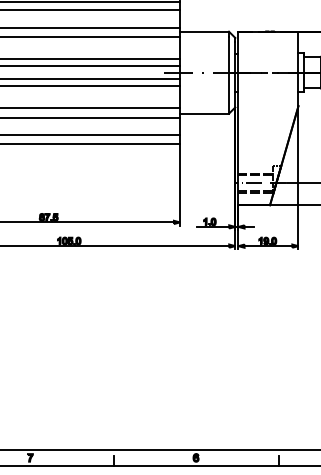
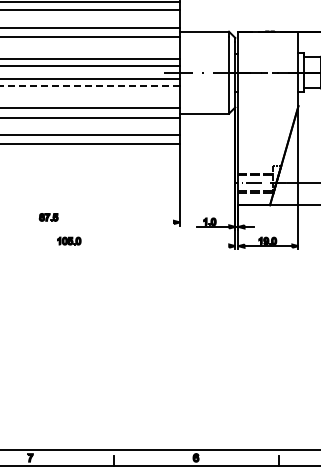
line at (90, 85): solid -> dashed
line at (87, 222): present -> none
line at (115, 246): present -> none
